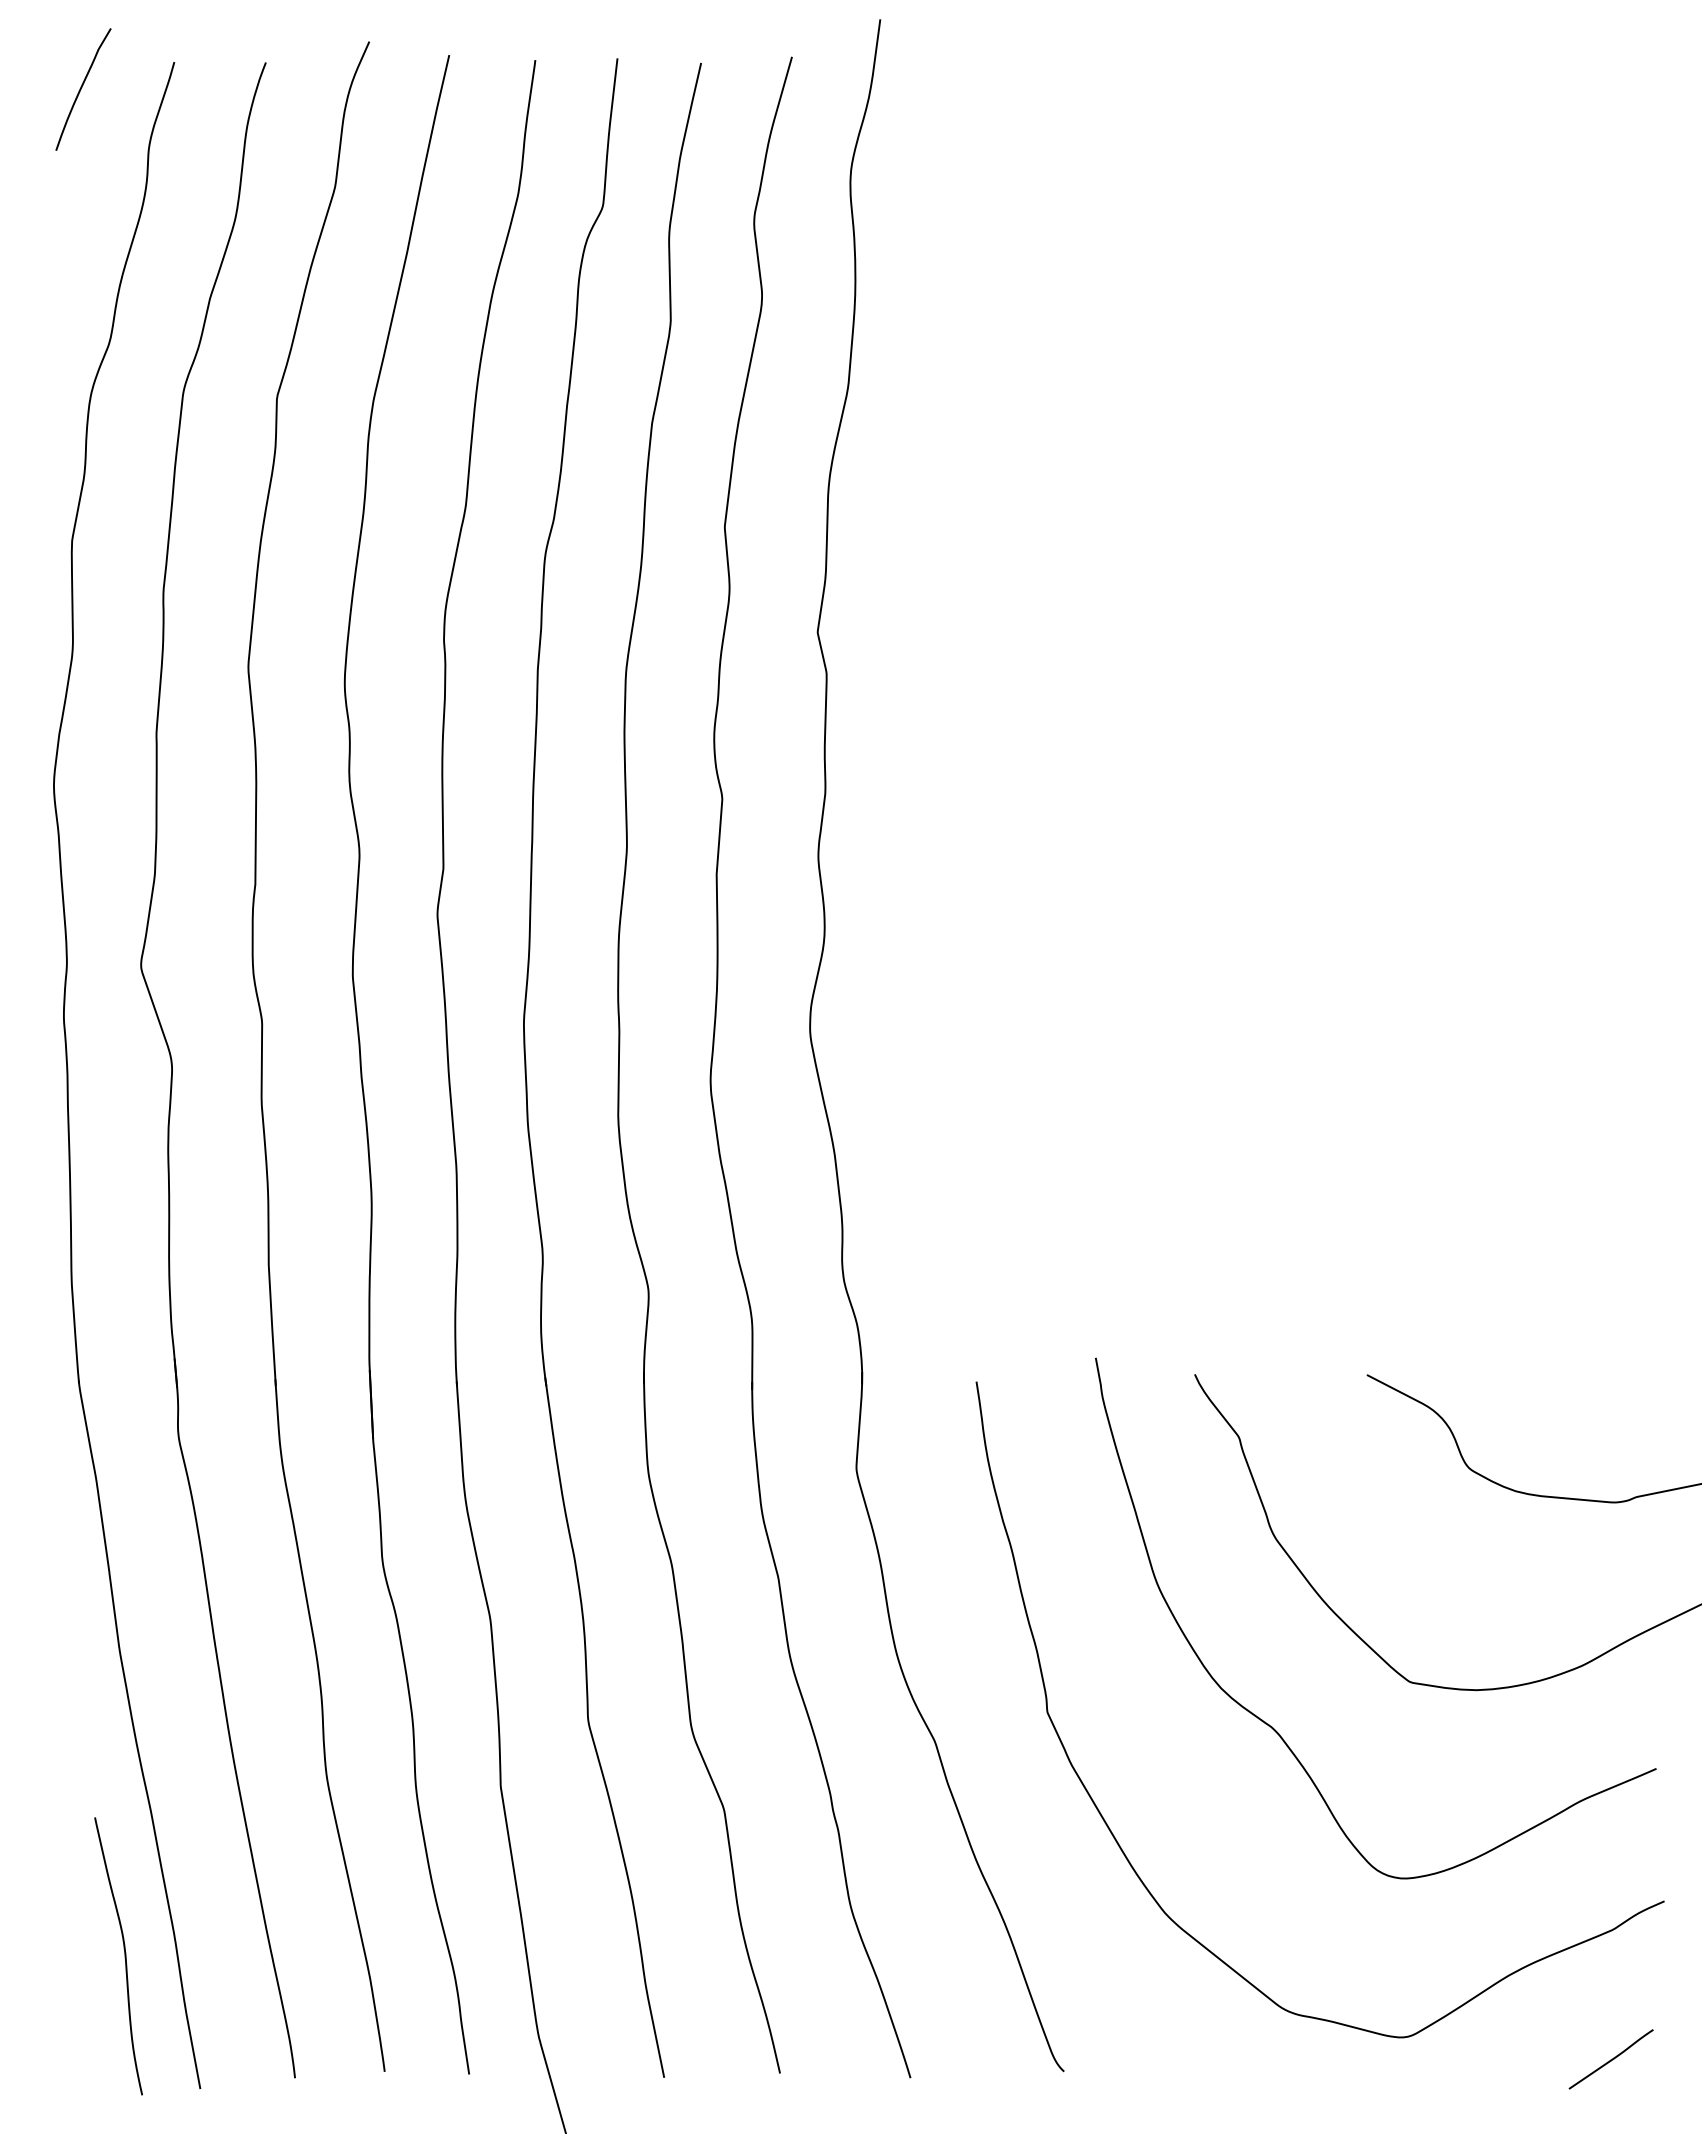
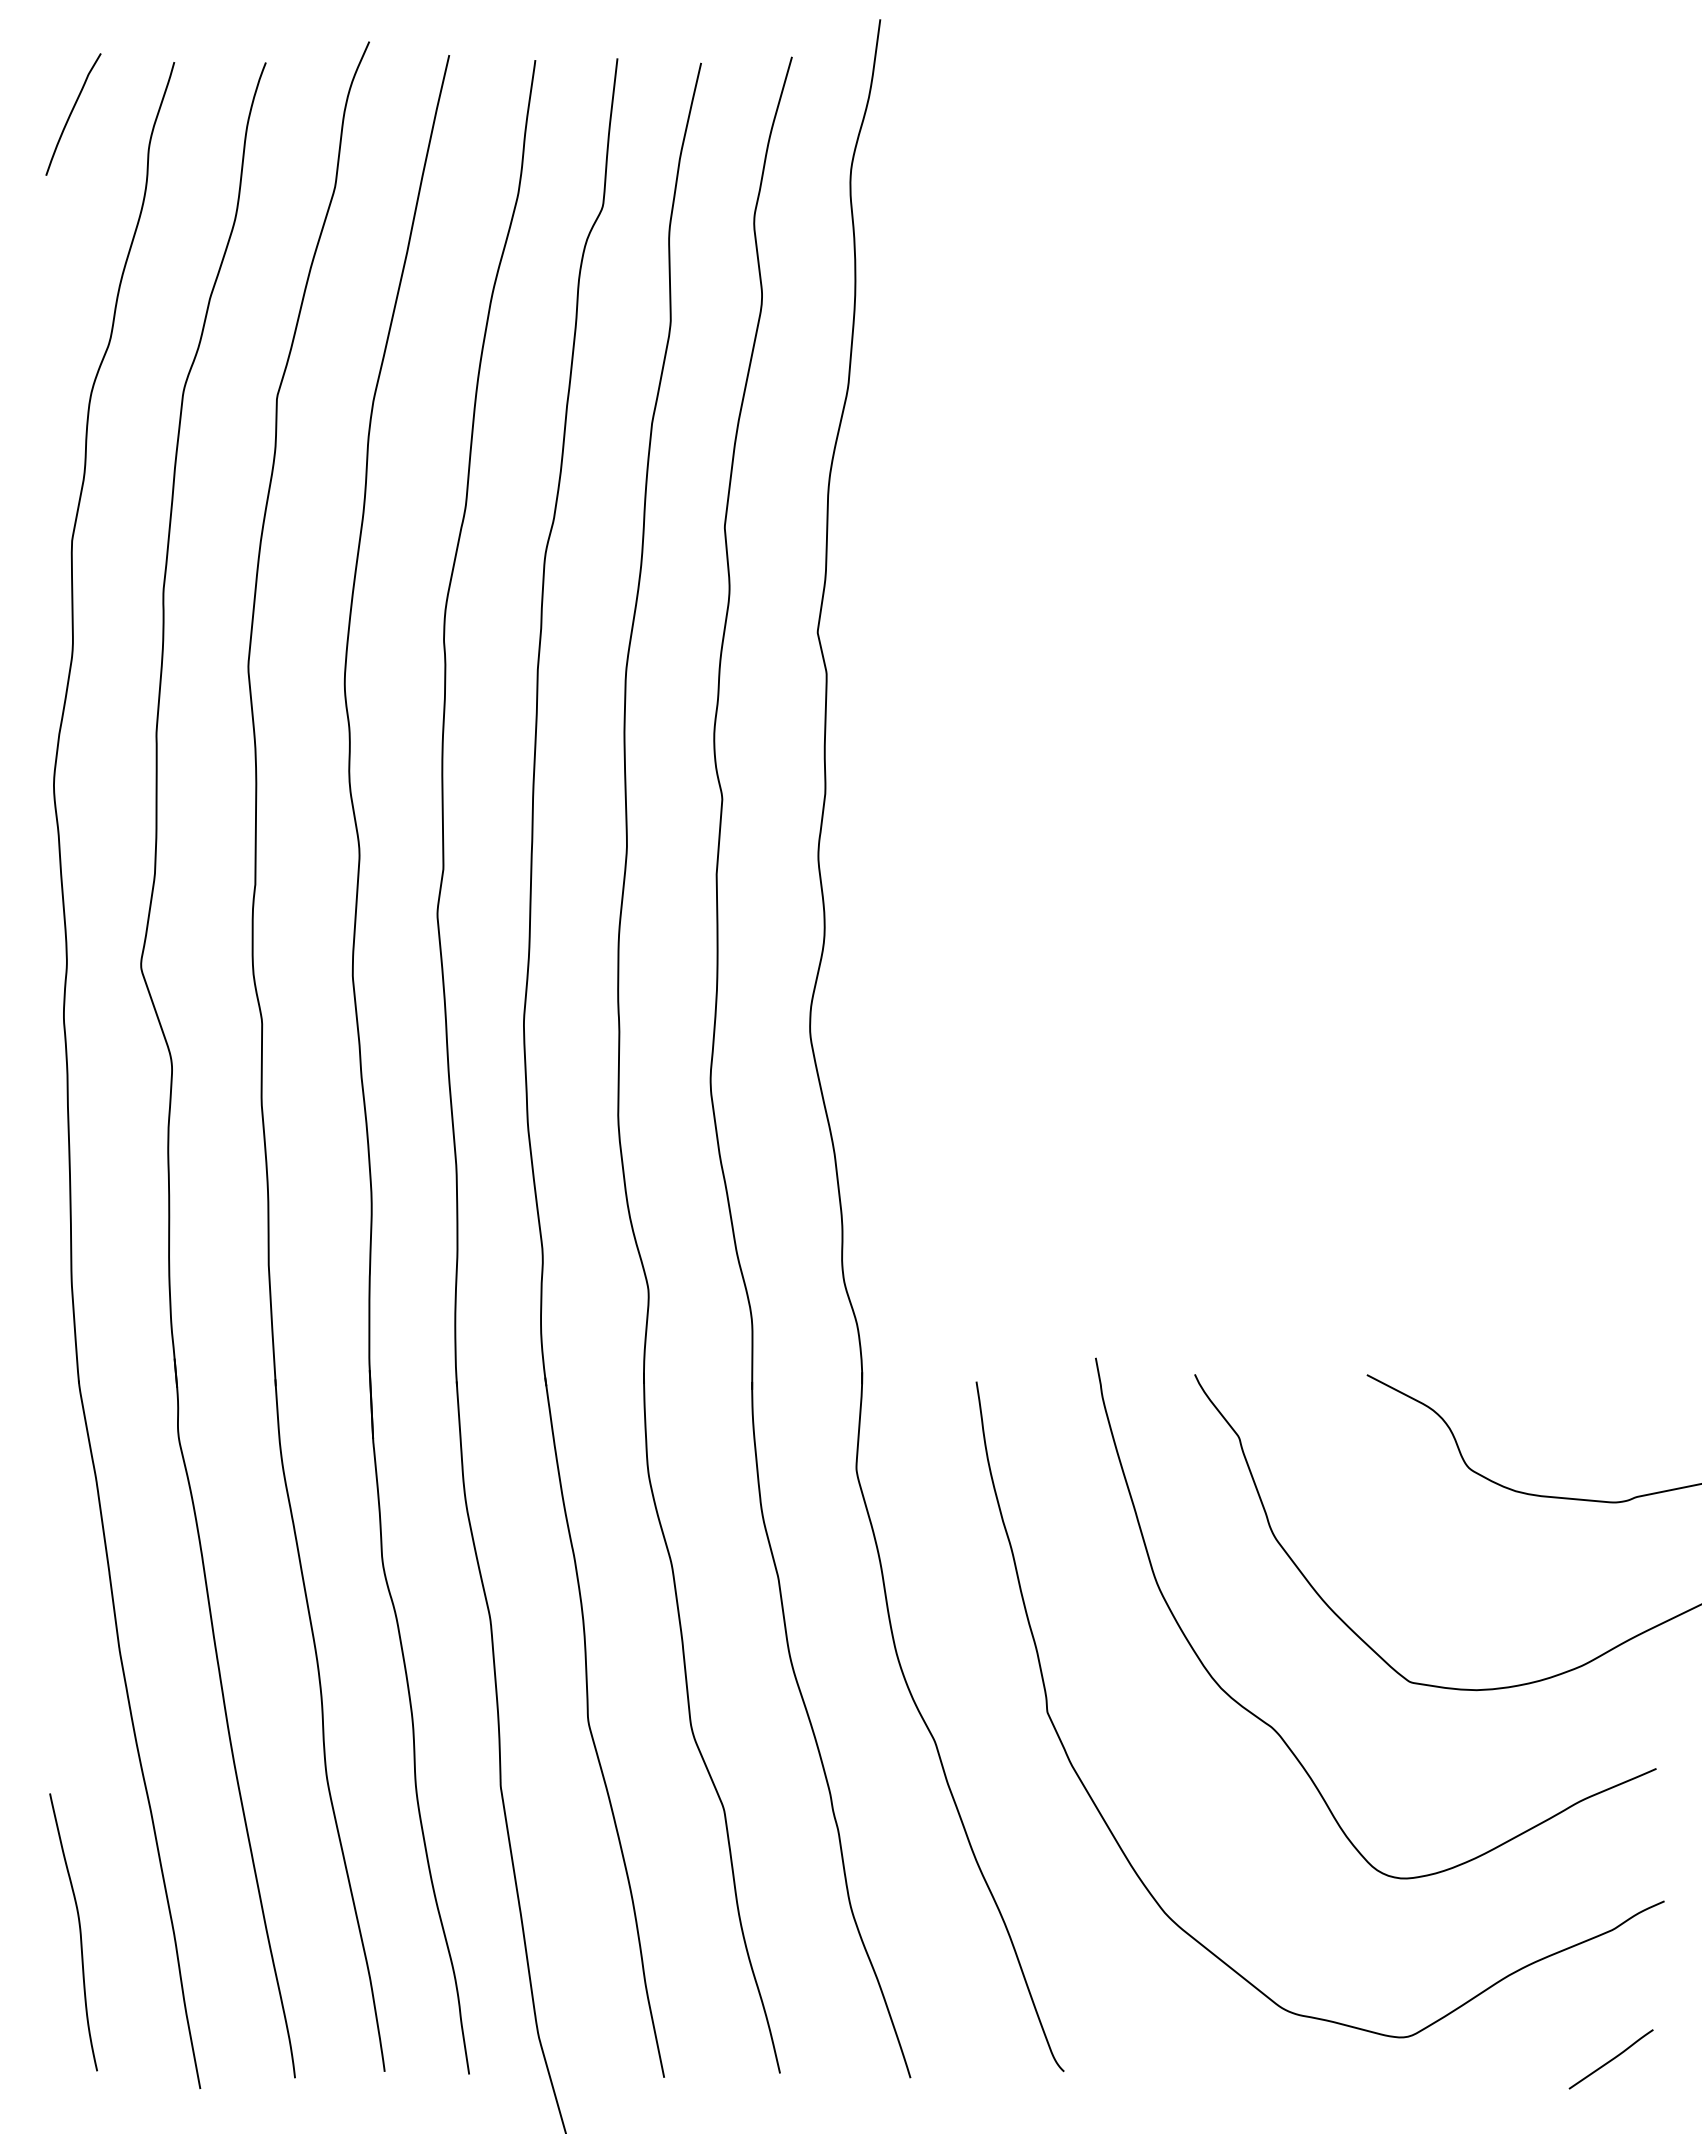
curve at (81, 89) position: (81, 89) -> (71, 114)
curve at (124, 1956) position: (124, 1956) -> (79, 1932)
